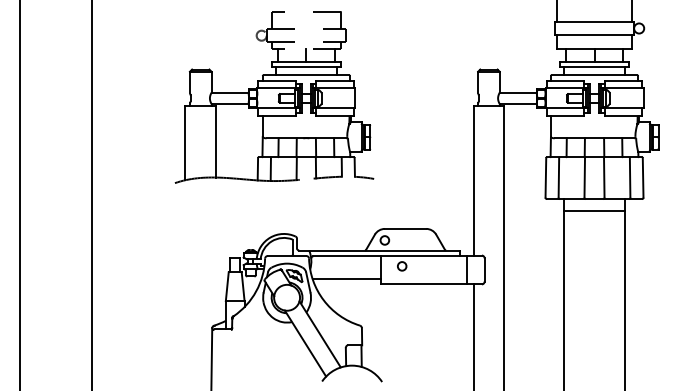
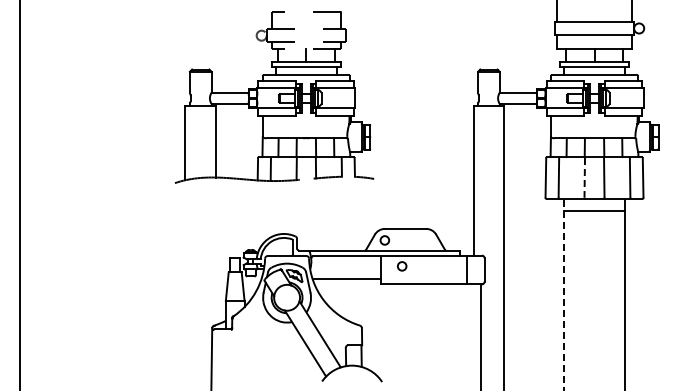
line at (584, 177): solid -> dashed
line at (92, 194): present -> none
line at (563, 294): solid -> dashed
line at (473, 335) position: (473, 335) -> (480, 335)
